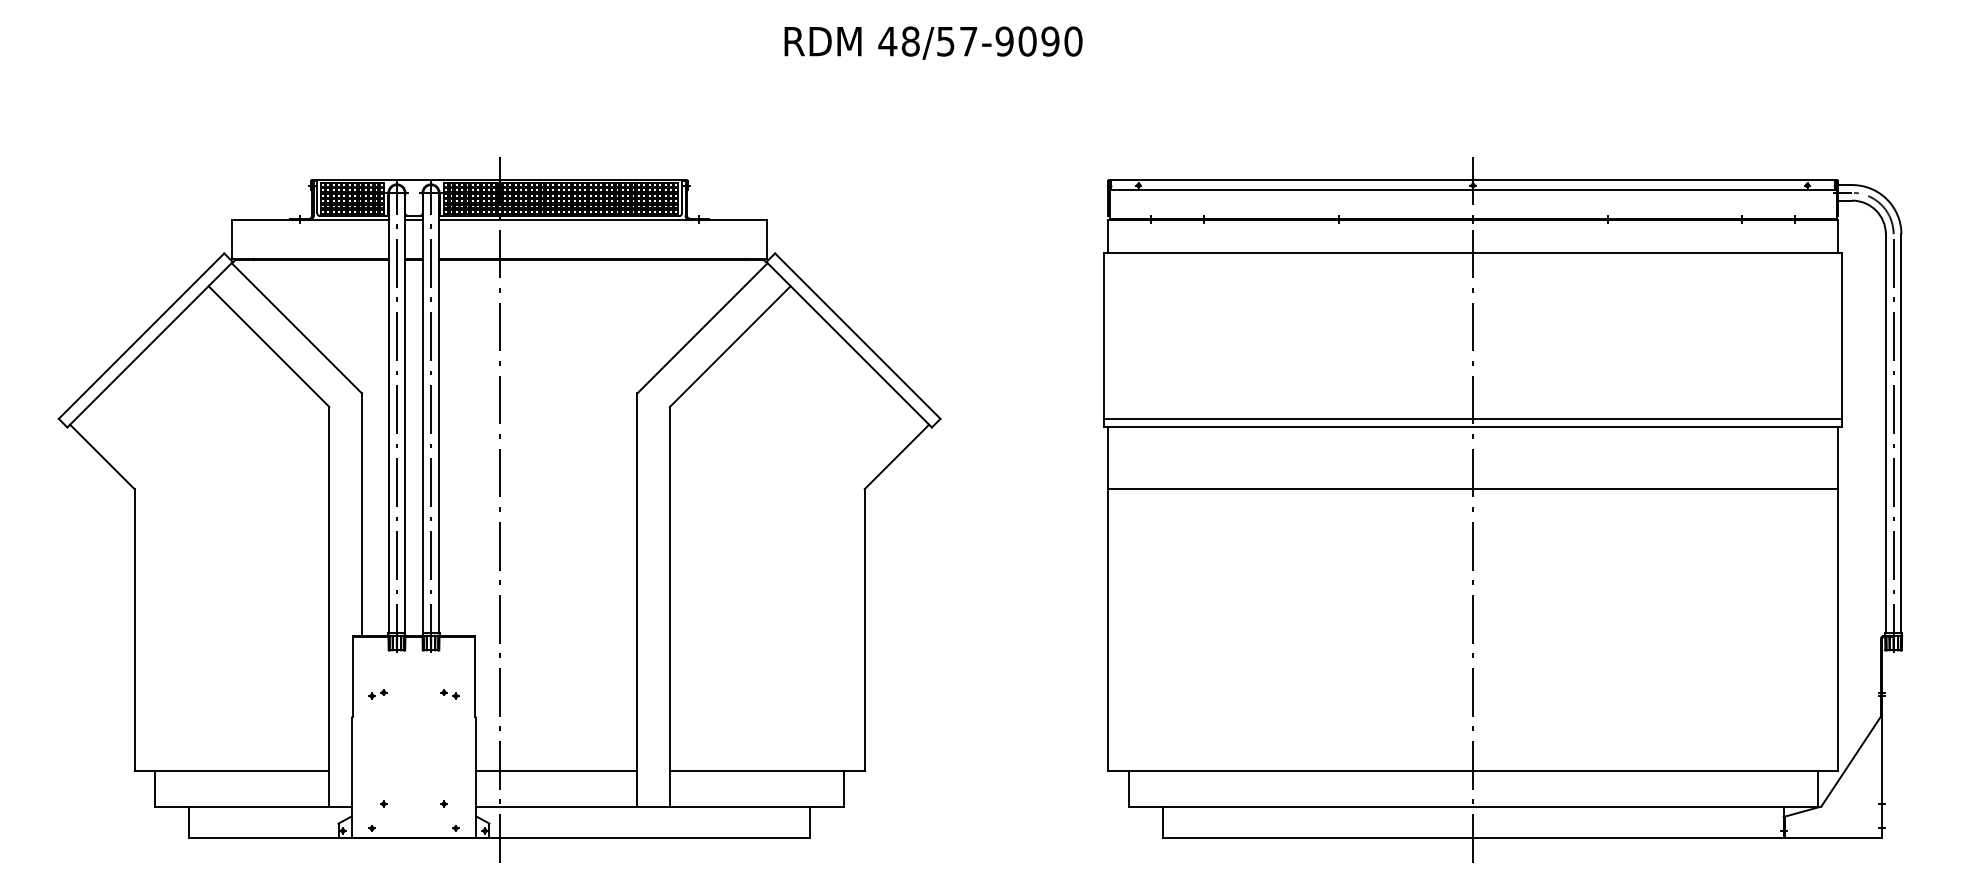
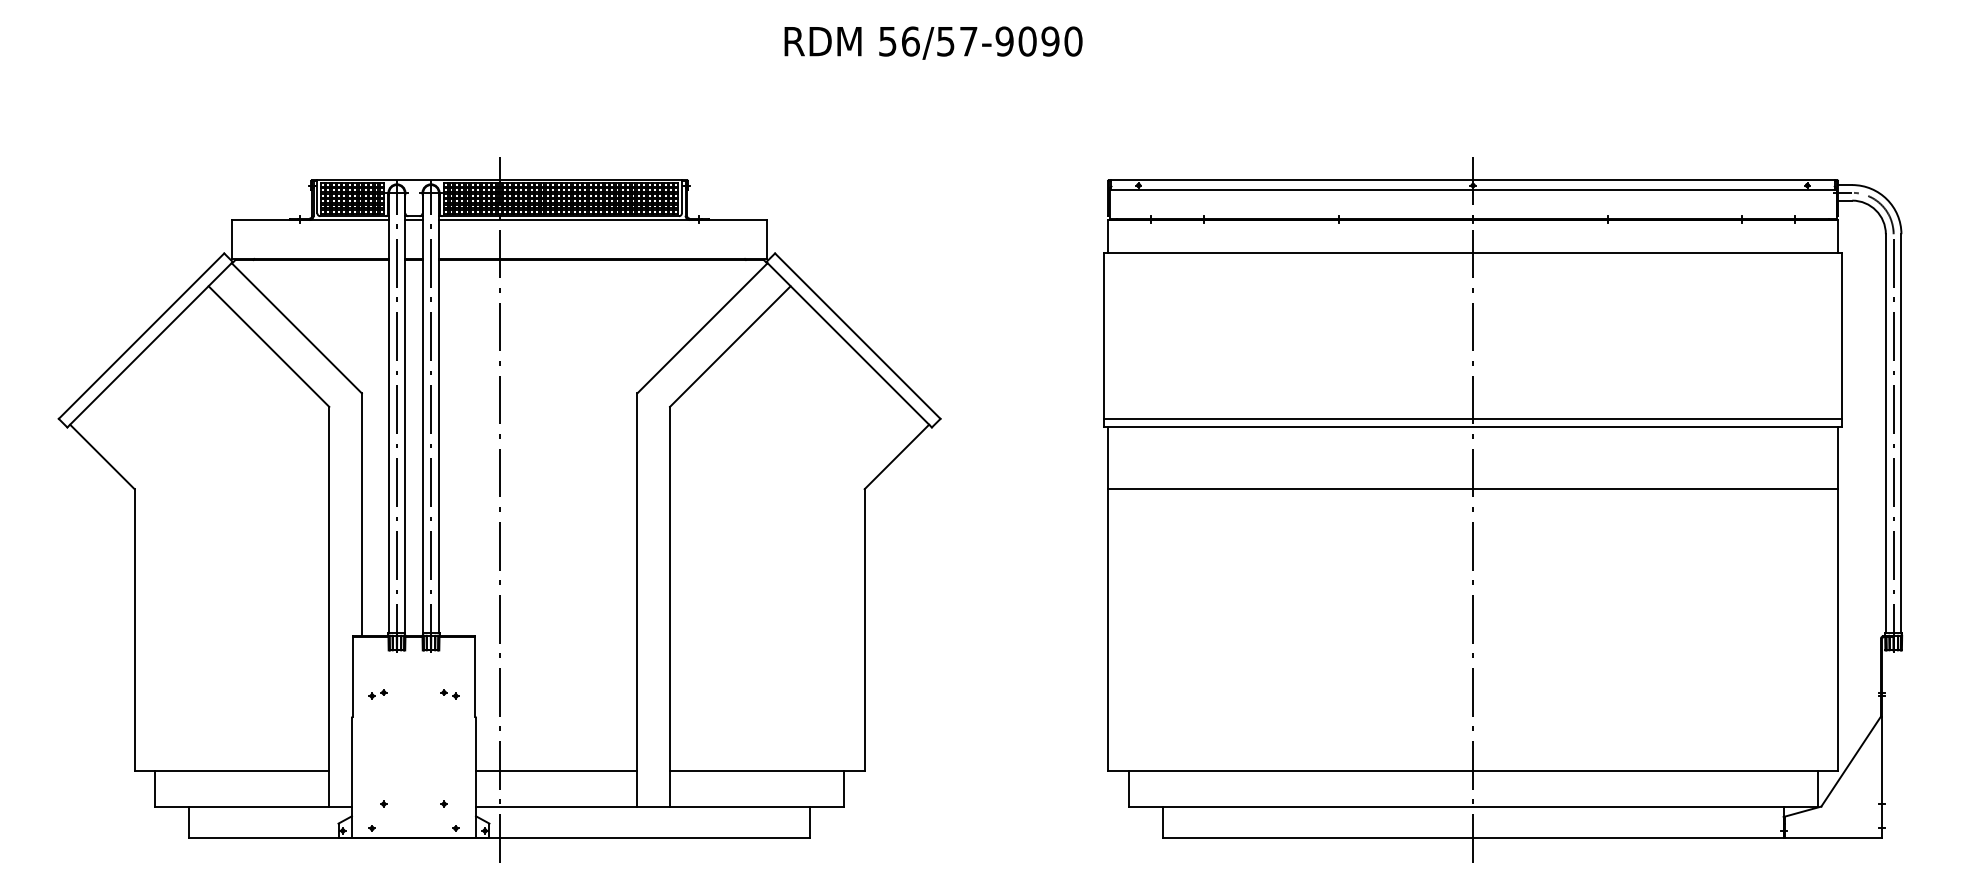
text at (898, 41): 48/57-9090 -> 56/57-9090
